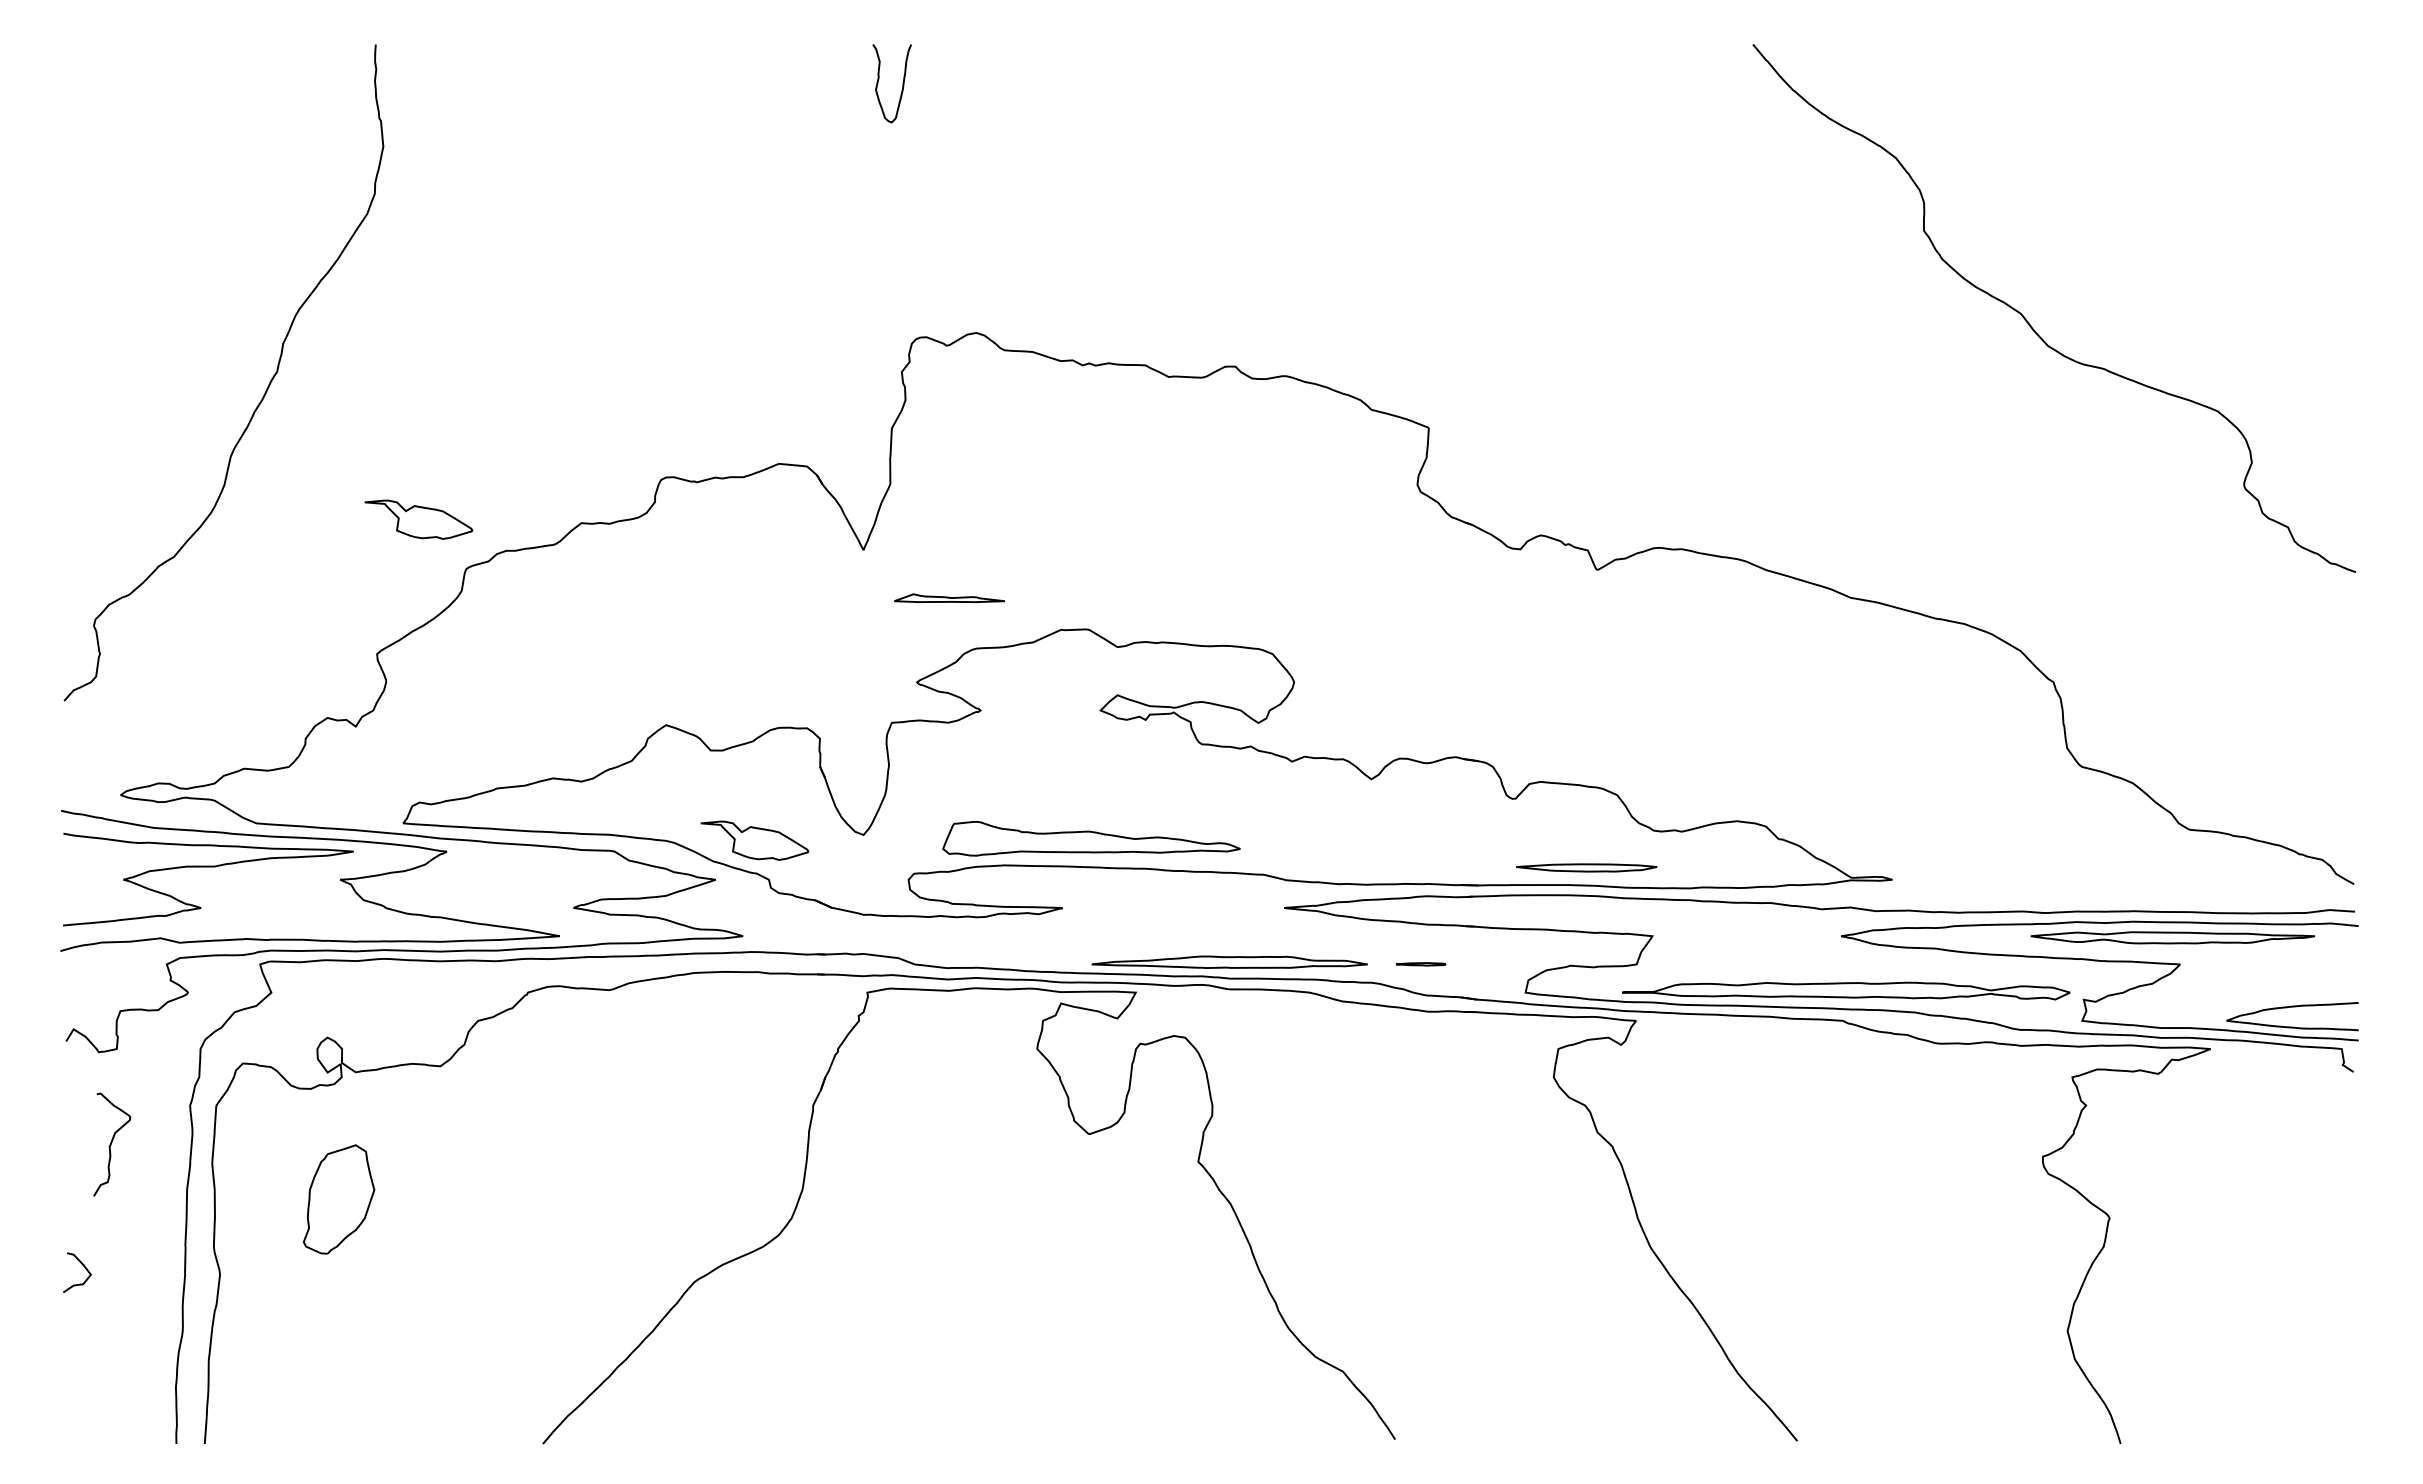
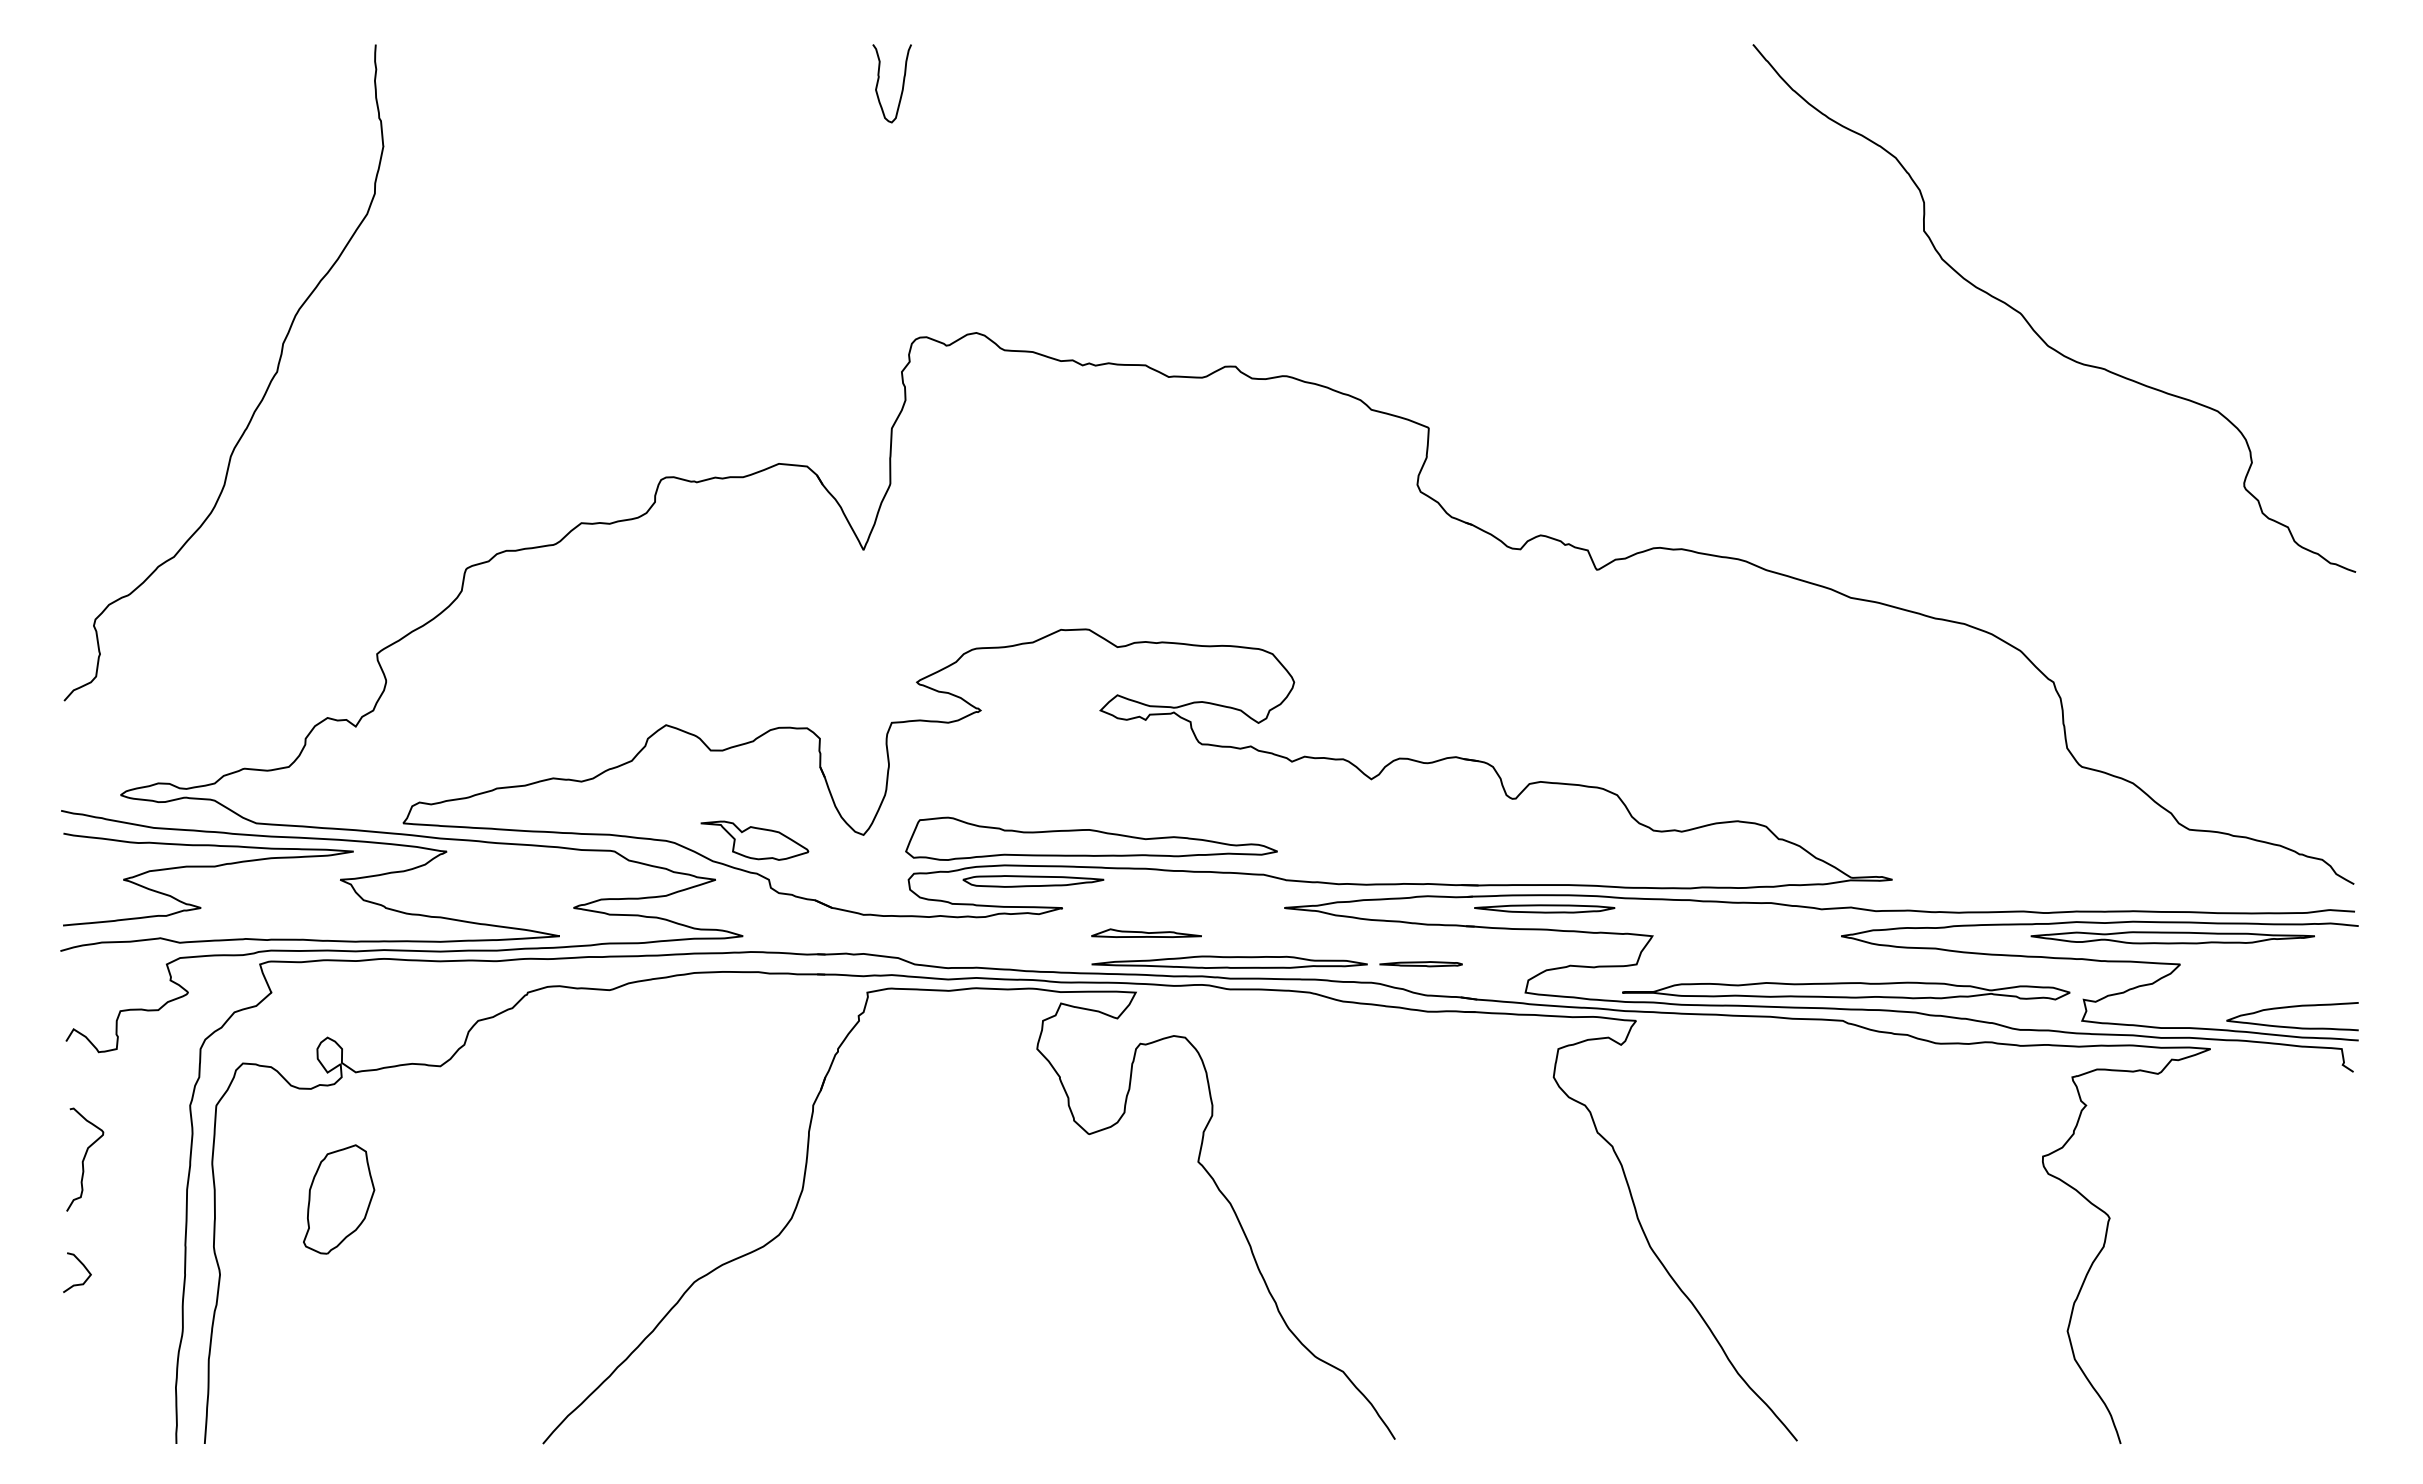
part at (418, 519): present -> none
part at (949, 597) position: (949, 597) -> (1146, 932)
part at (1091, 838) size: 299x36 px -> 373x45 px
part at (1586, 867) position: (1586, 867) -> (1544, 908)
part at (1033, 881): none -> present
part at (1421, 964) size: 51x5 px -> 84x7 px
curve at (111, 1144) position: (111, 1144) -> (84, 1159)
